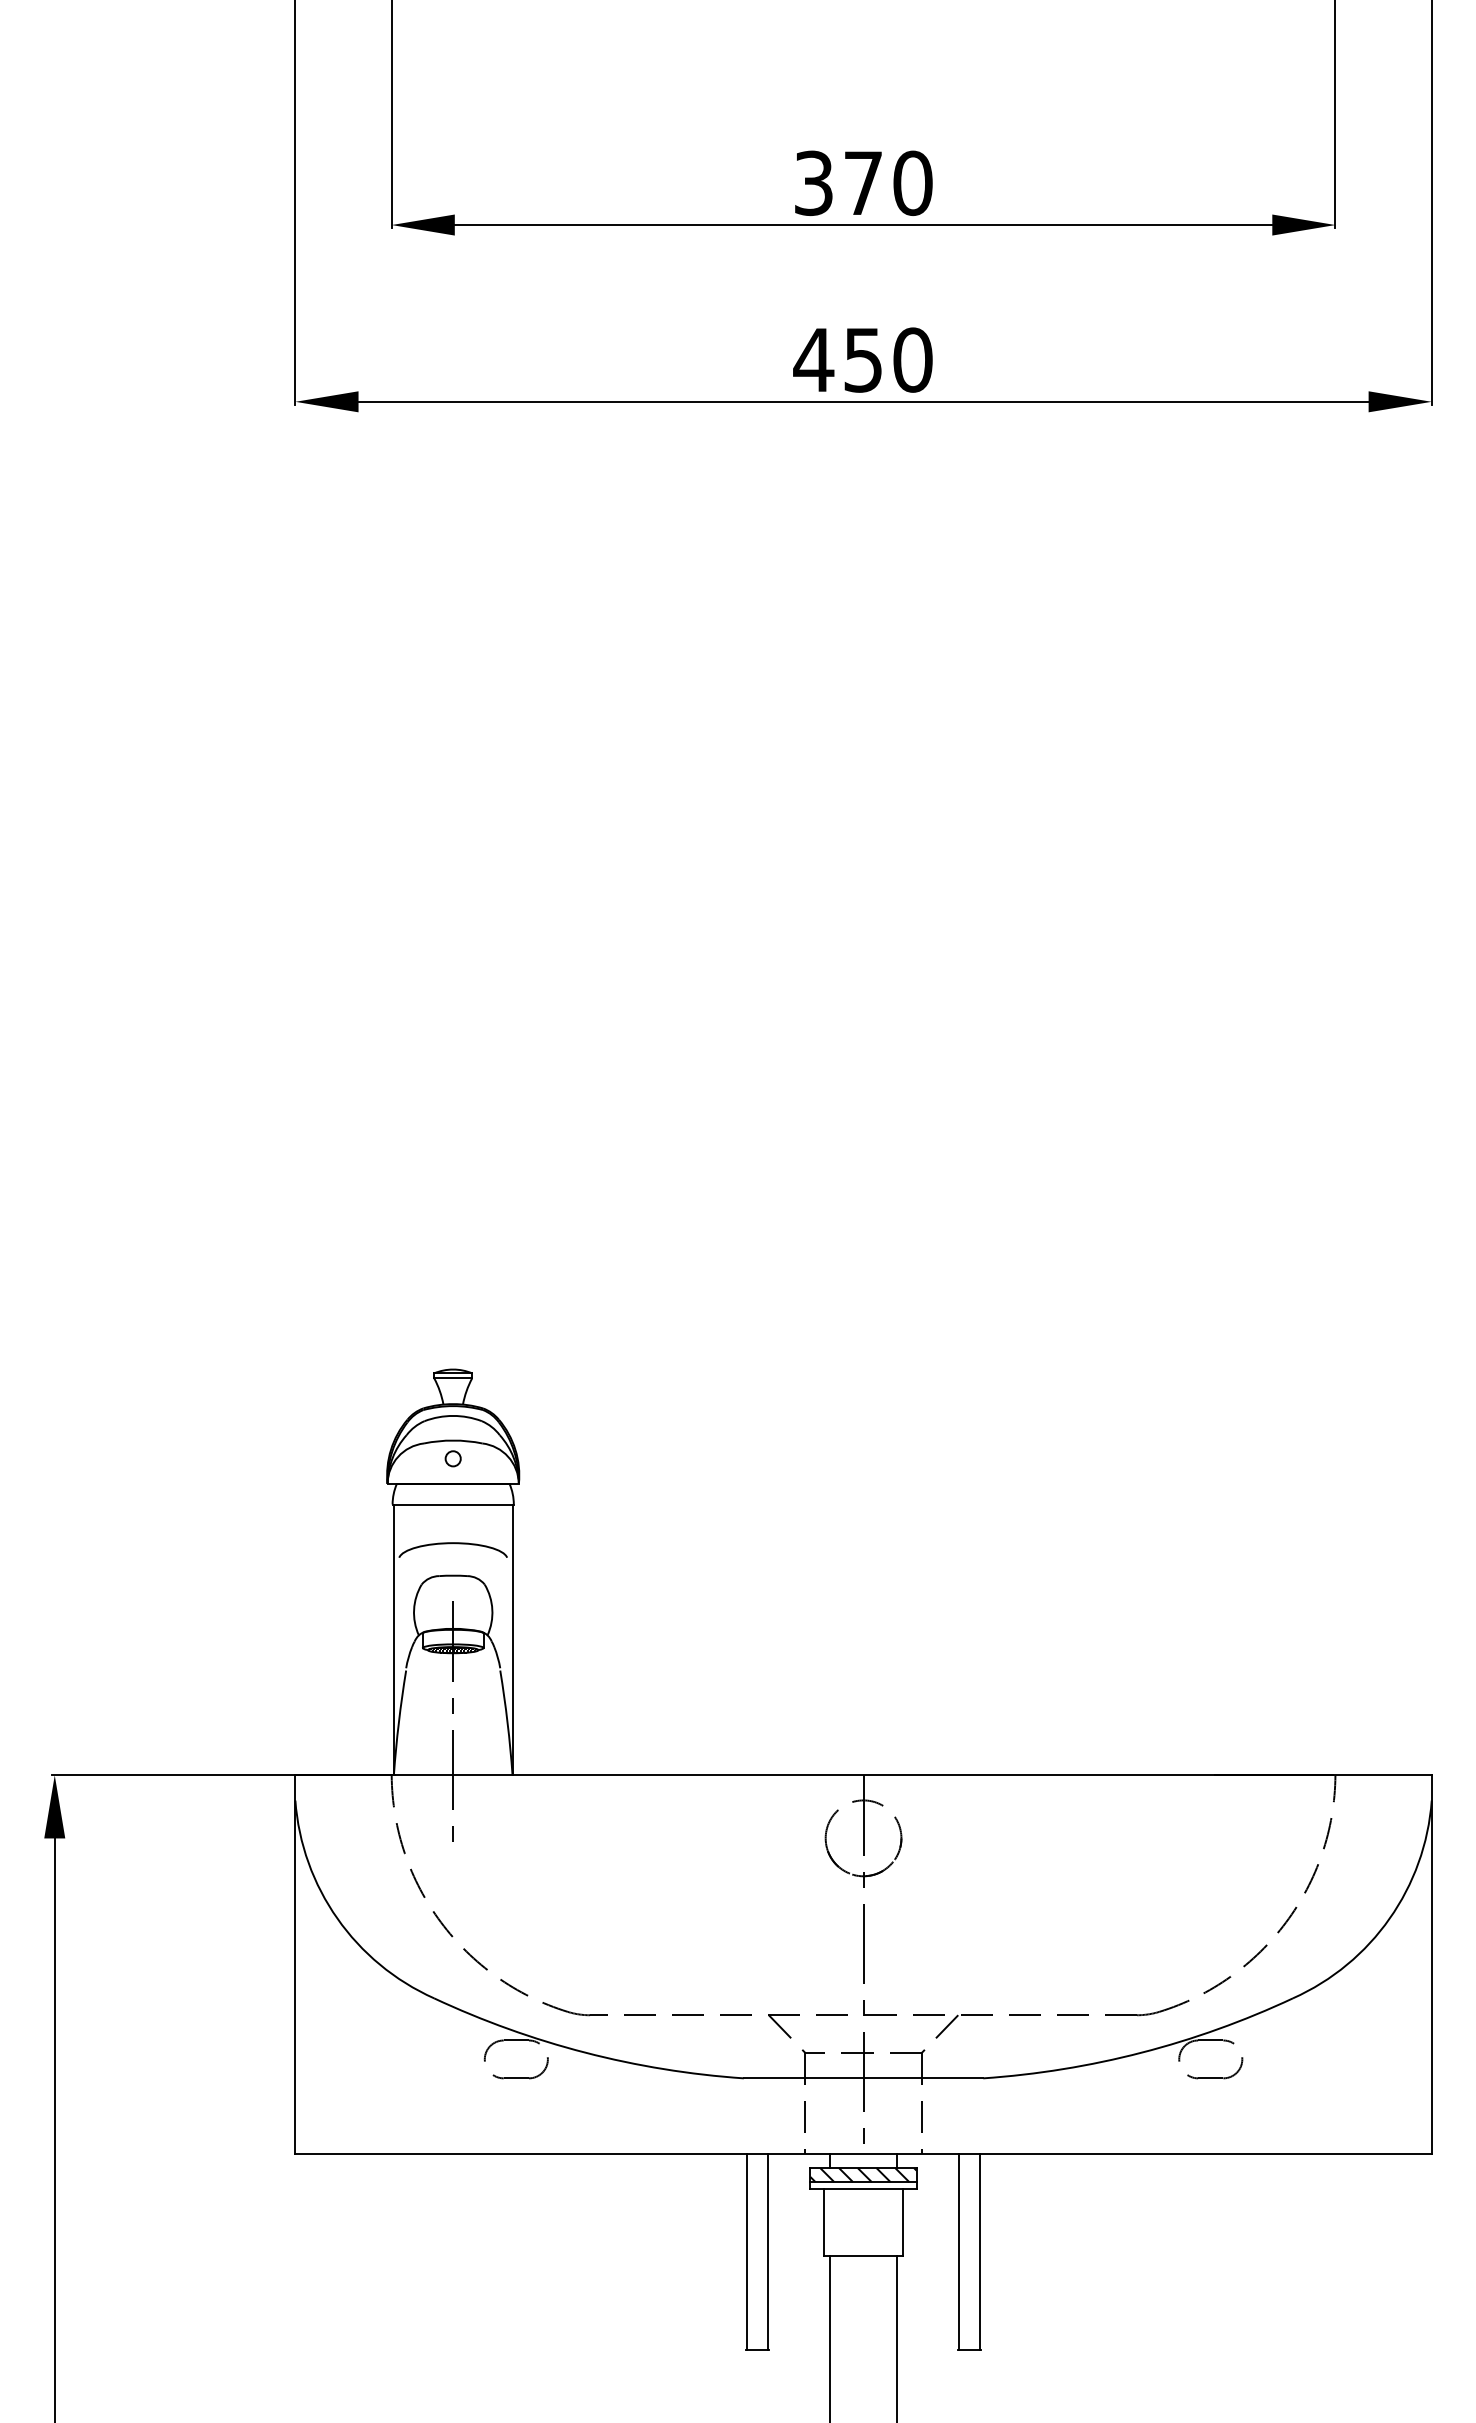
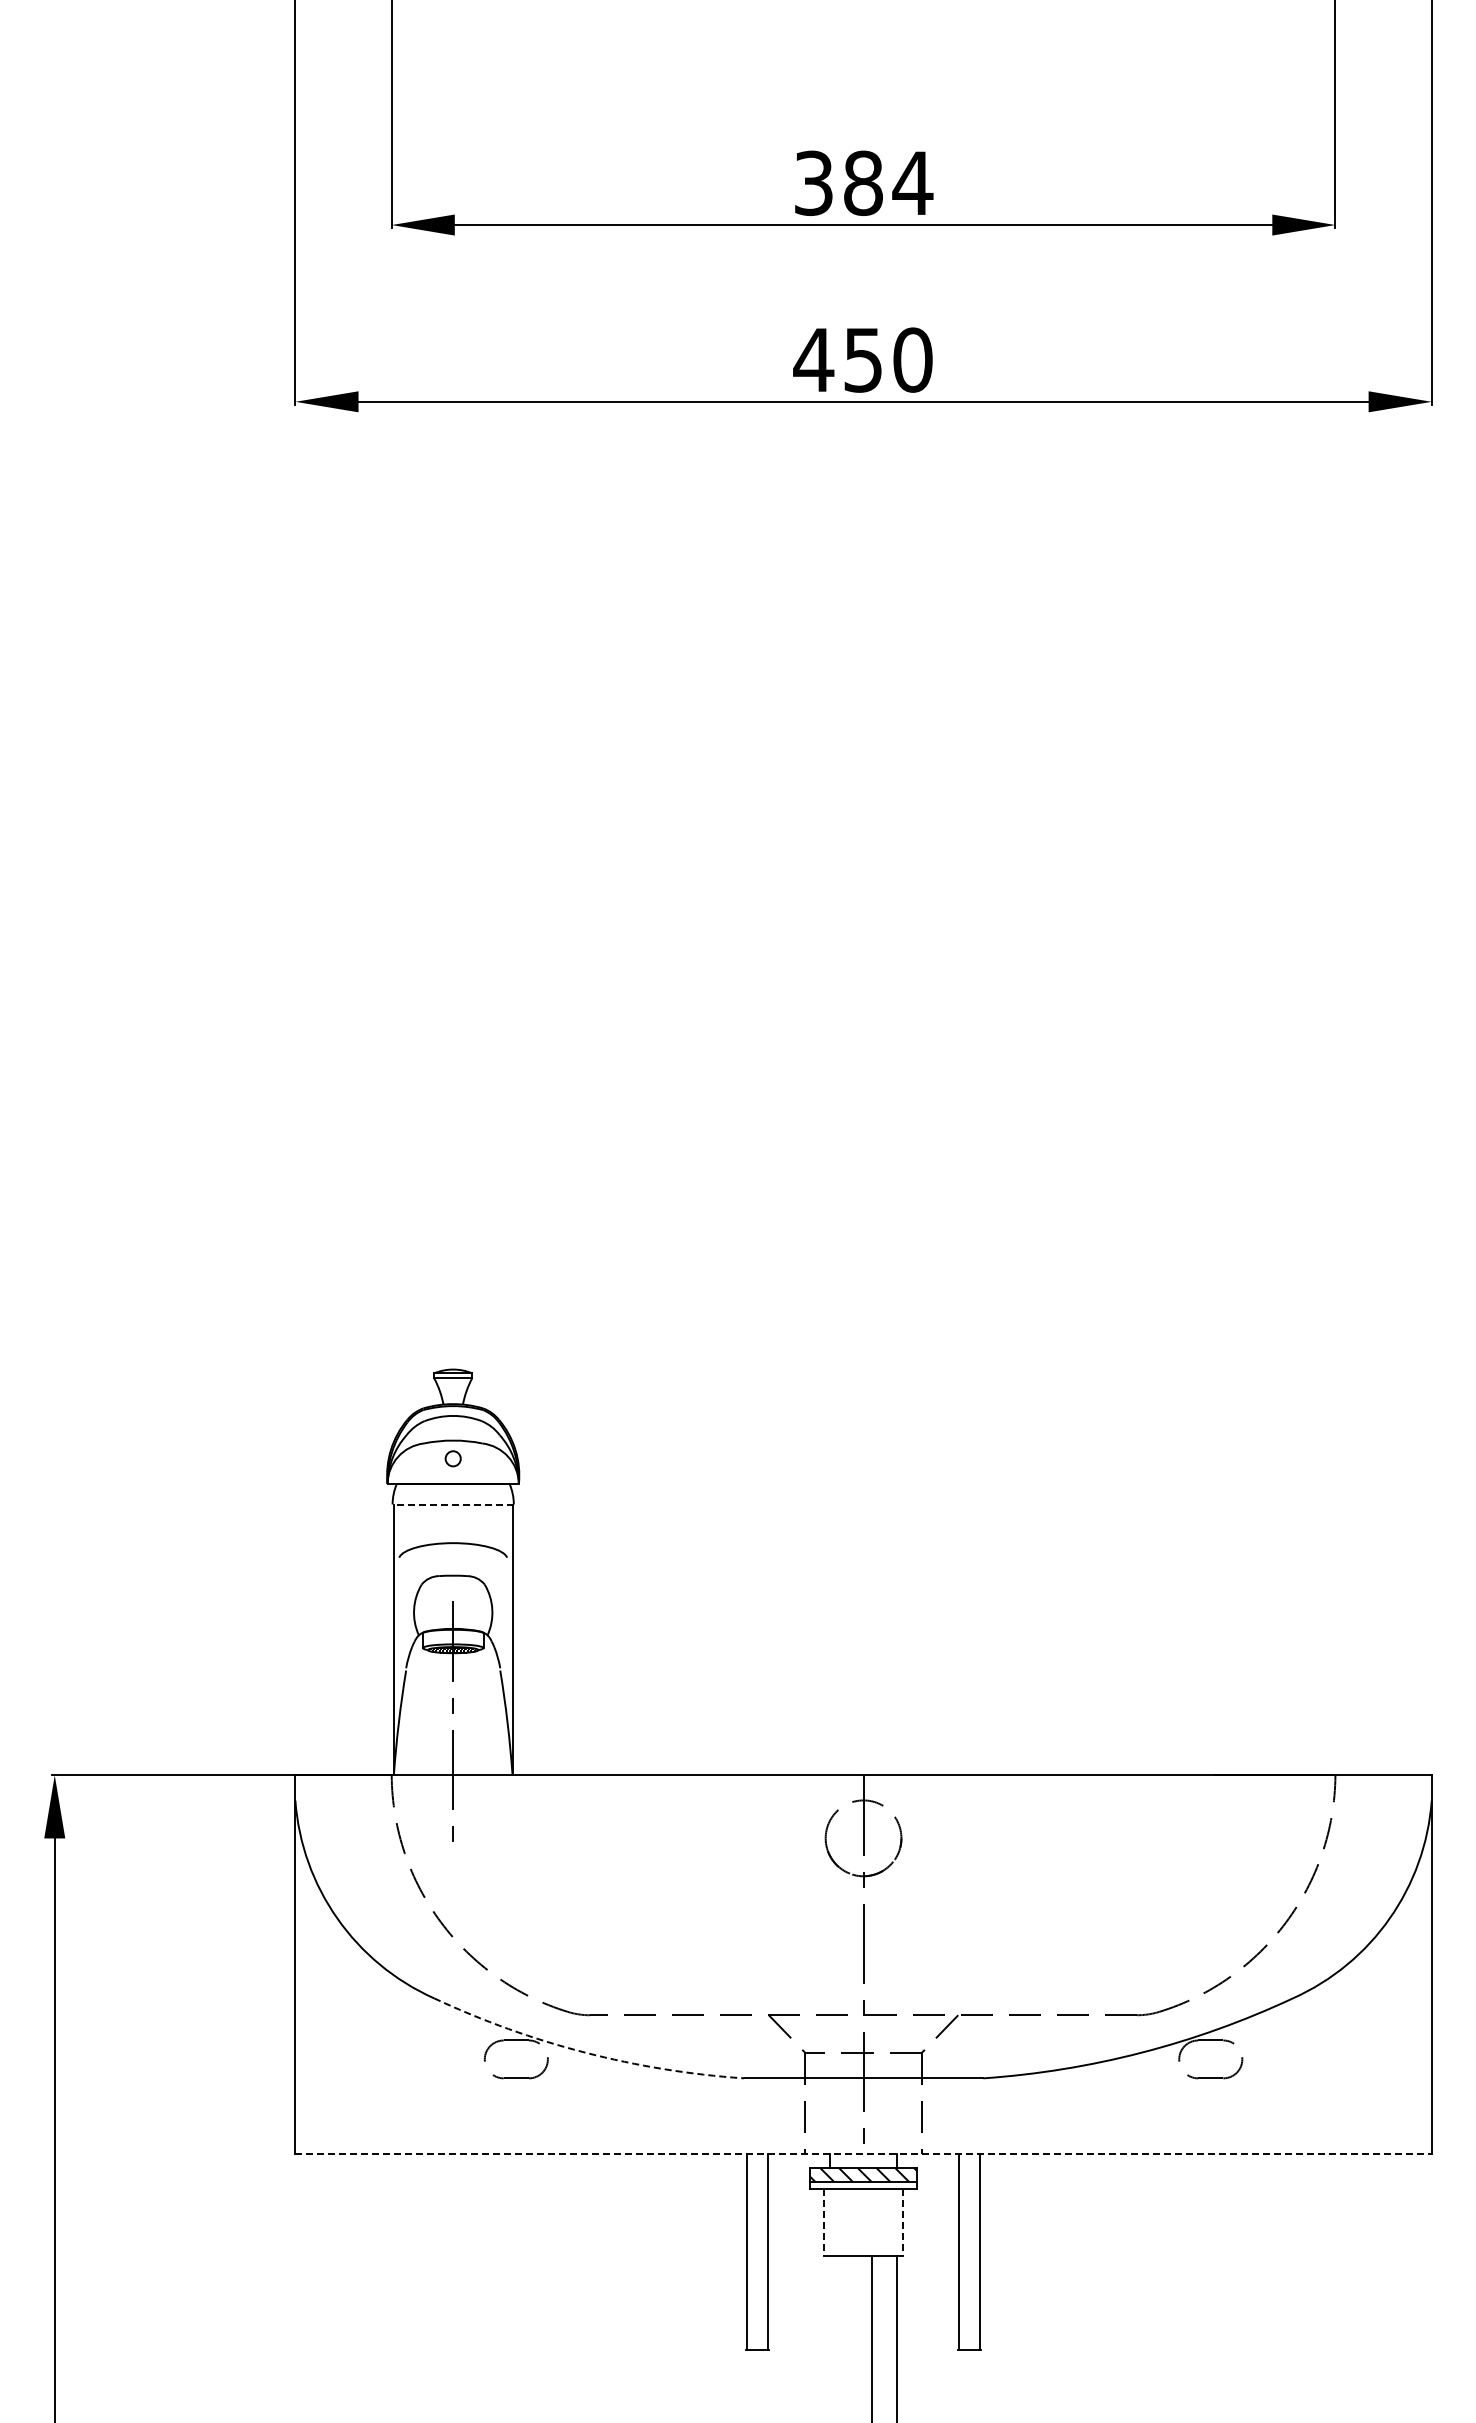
text at (888, 183): 370 -> 384
line at (453, 1504): solid -> dashed
arc at (585, 2052): solid -> dashed
line at (864, 2154): solid -> dashed
line at (823, 2222): solid -> dashed
line at (903, 2222): solid -> dashed
line at (829, 2337) position: (829, 2337) -> (871, 2337)
